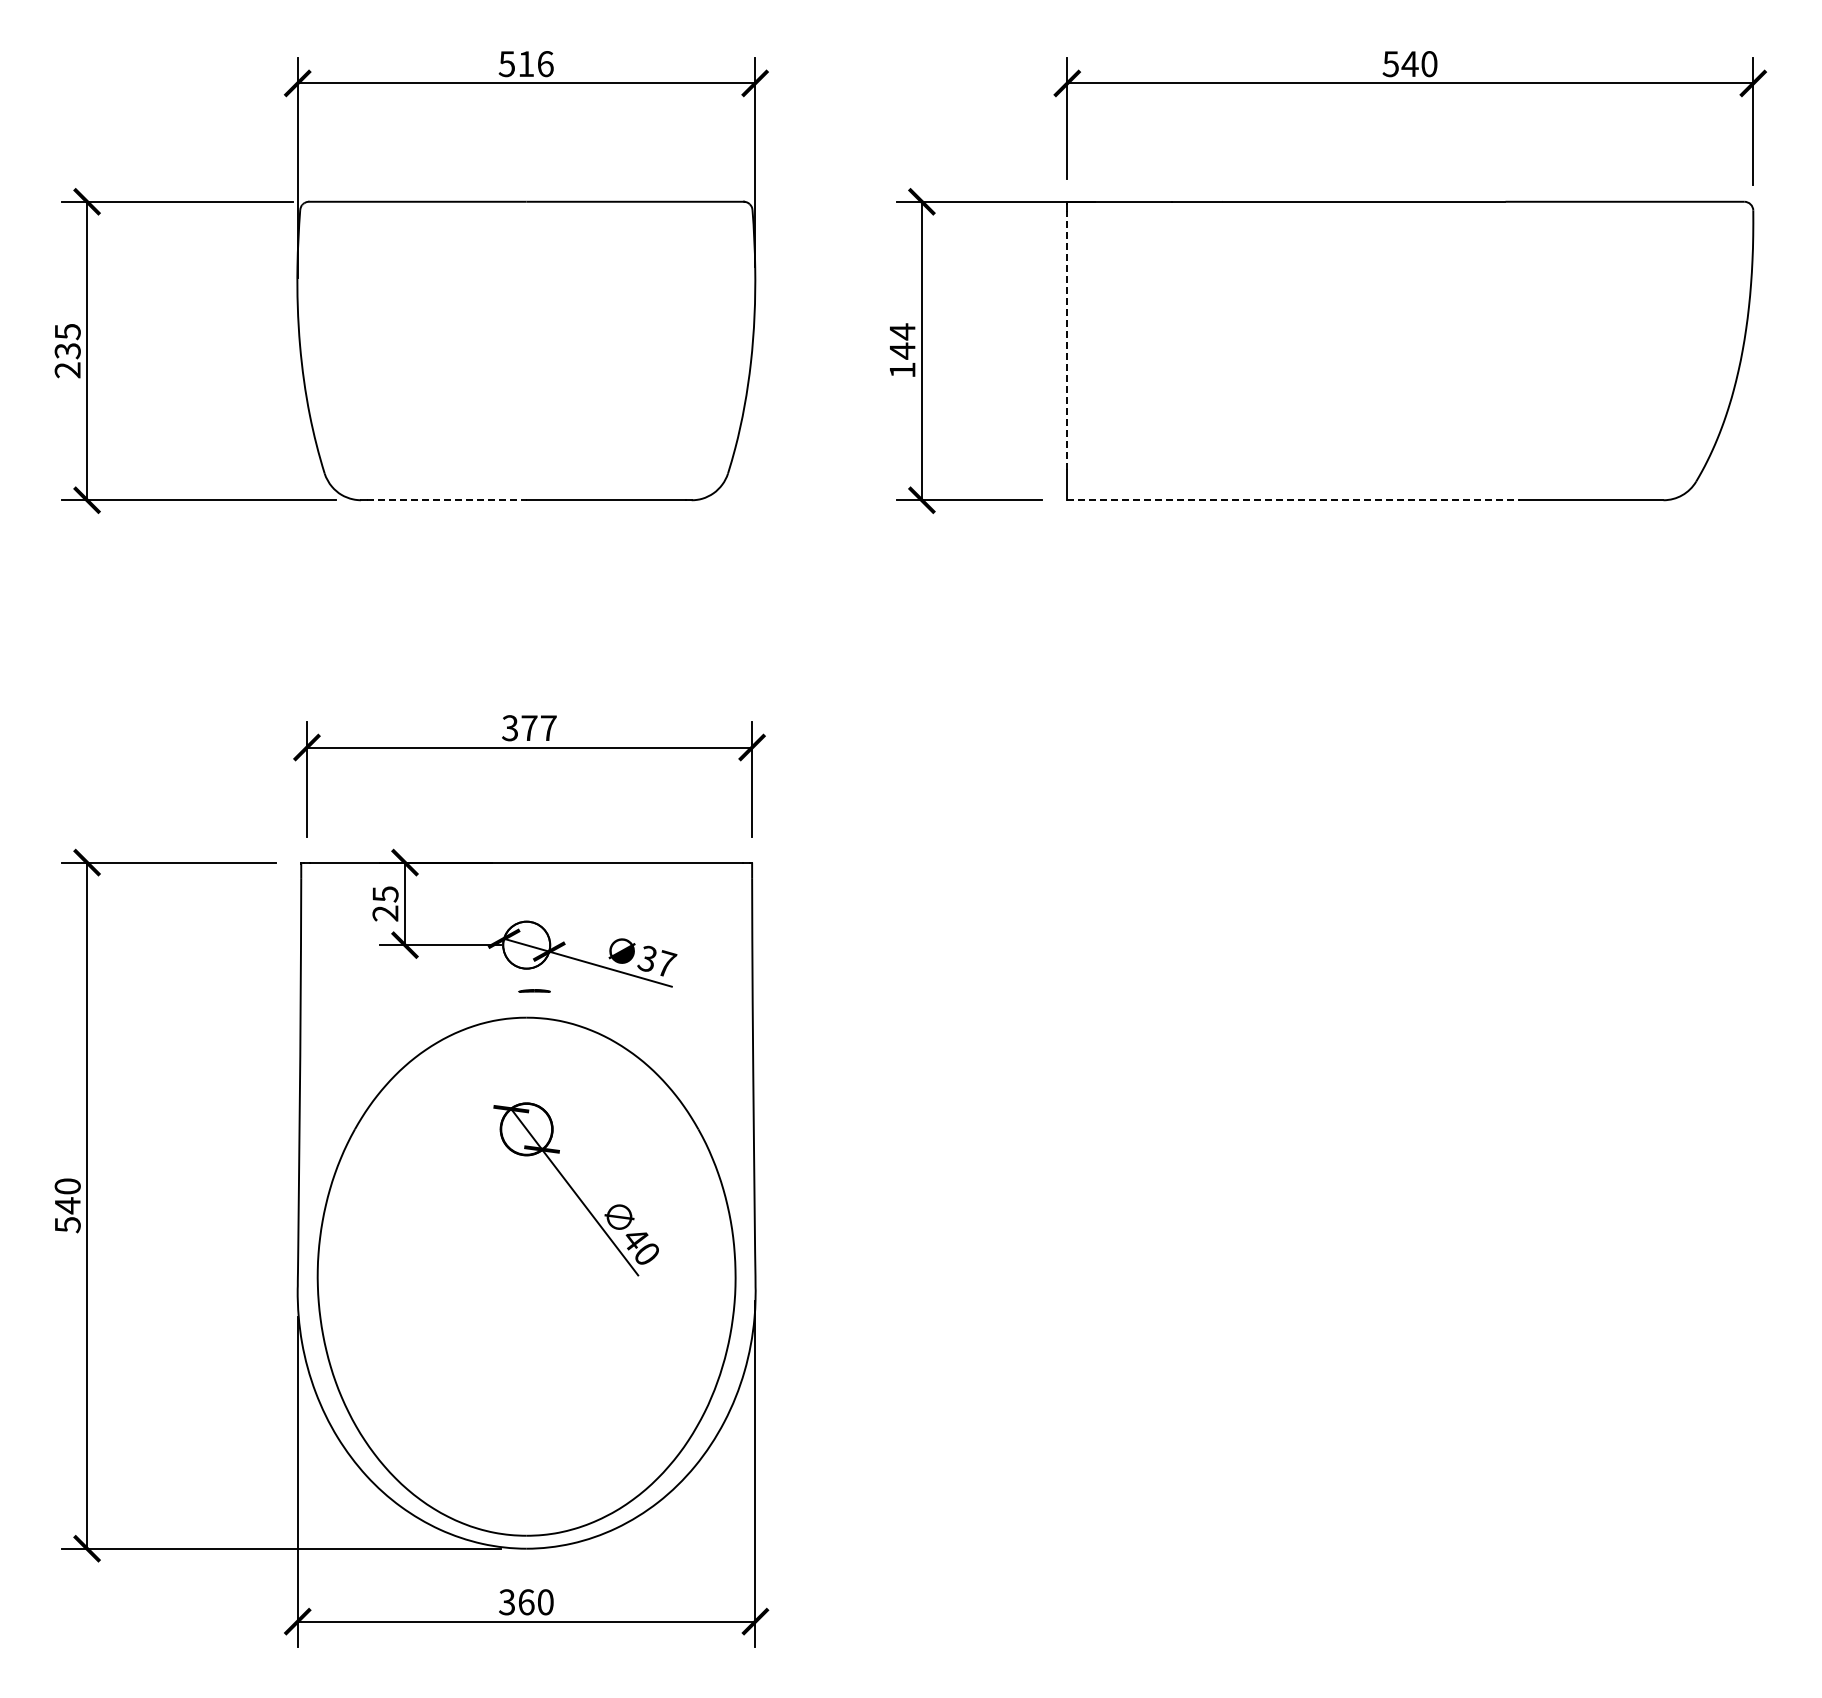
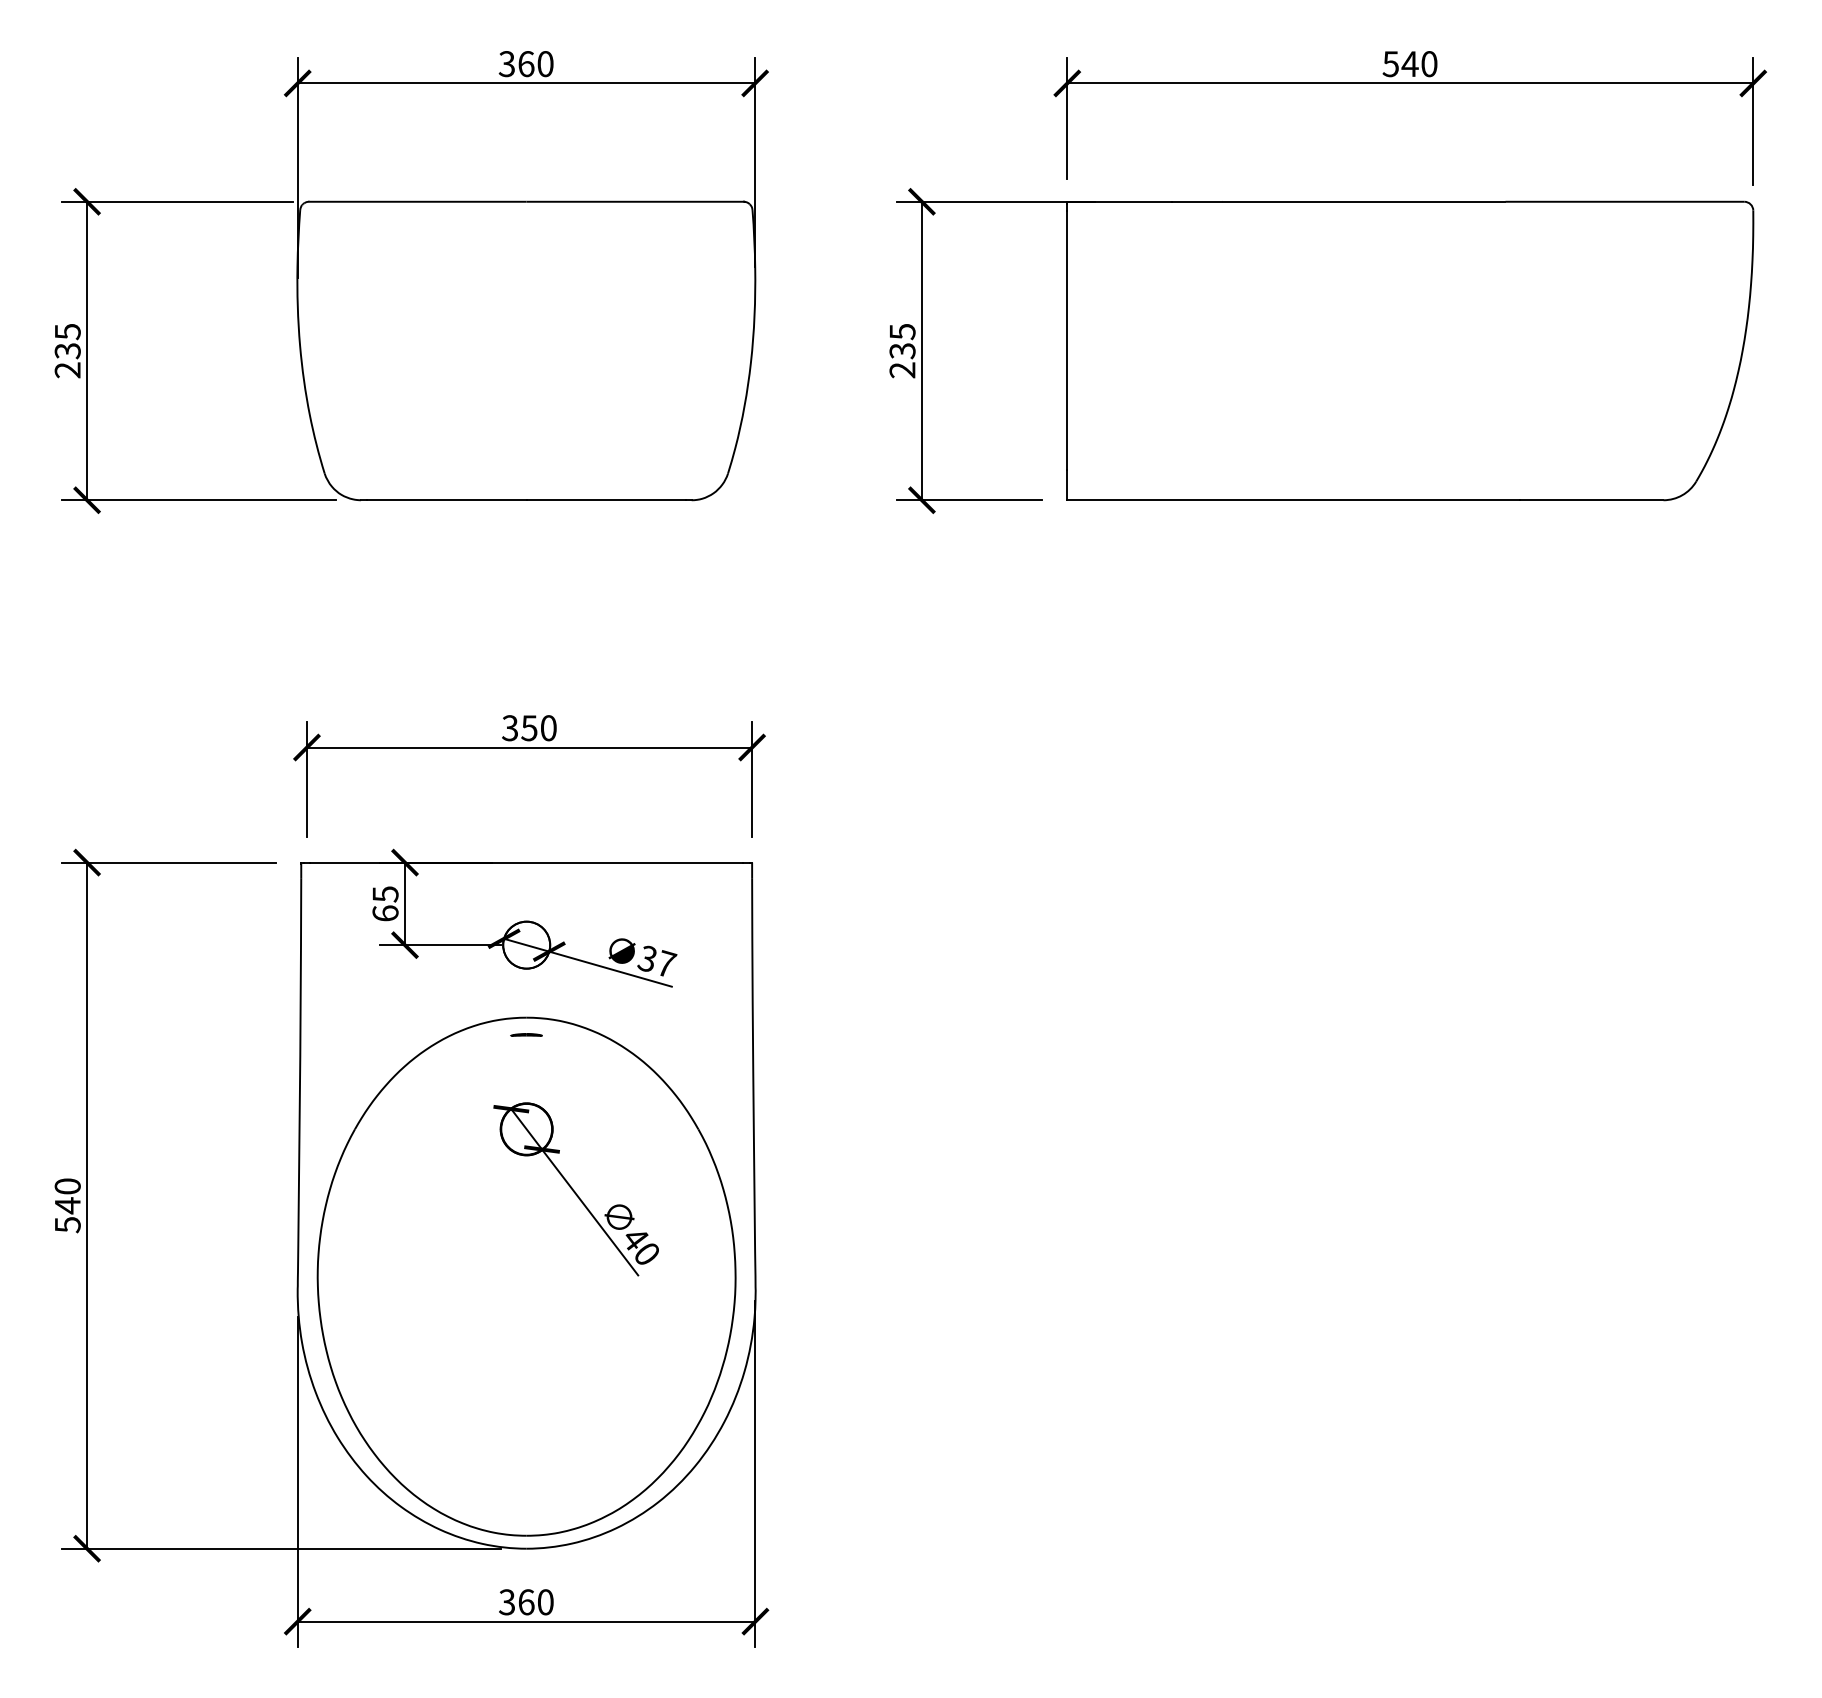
text at (526, 64): 516 -> 360
line at (1067, 339): dashed -> solid
text at (902, 350): 144 -> 235
line at (446, 500): dashed -> solid
line at (1294, 500): dashed -> solid
text at (538, 728): 377 -> 350
text at (385, 913): 25 -> 65
line at (534, 990) position: (534, 990) -> (526, 1034)
